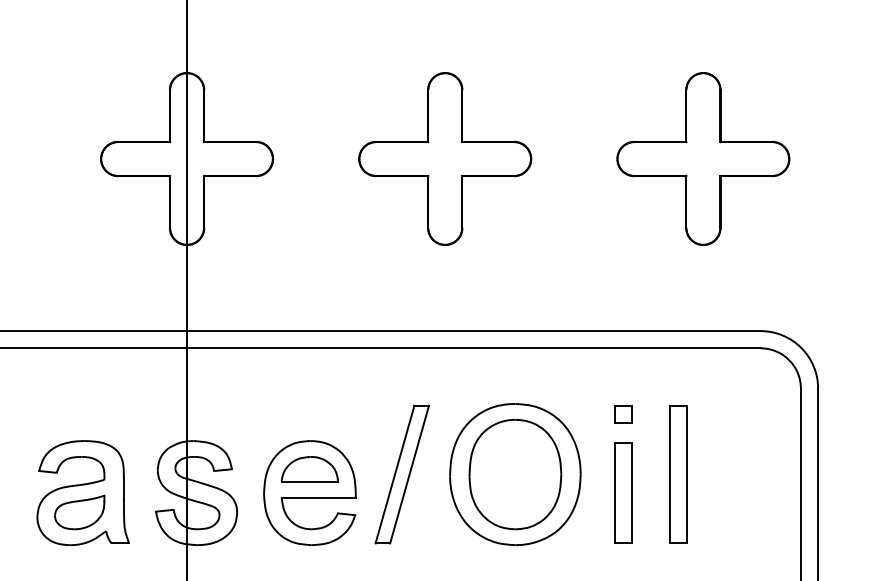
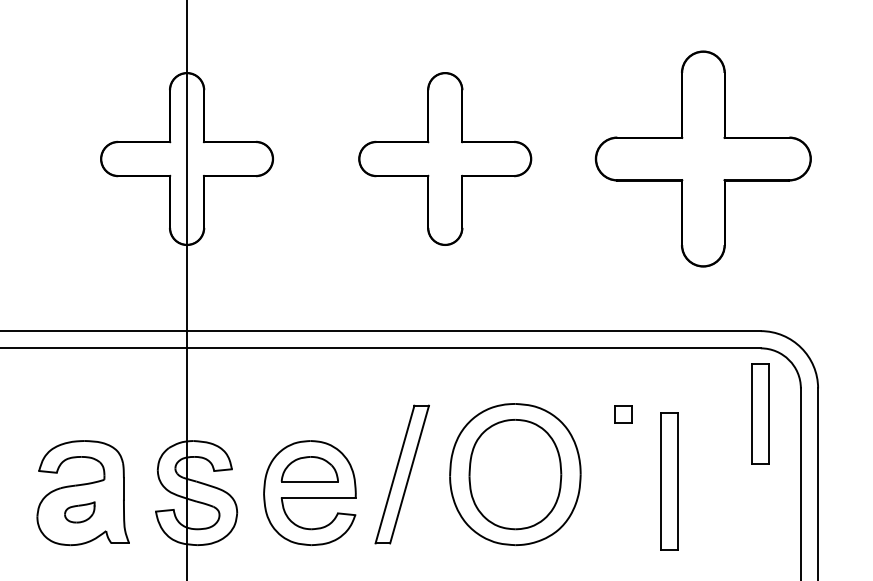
part at (703, 158) size: 175x174 px -> 218x218 px
part at (678, 474) position: (678, 474) -> (669, 481)
part at (623, 492) position: (623, 492) -> (760, 413)
part at (79, 512) size: 52x37 px -> 32x23 px
